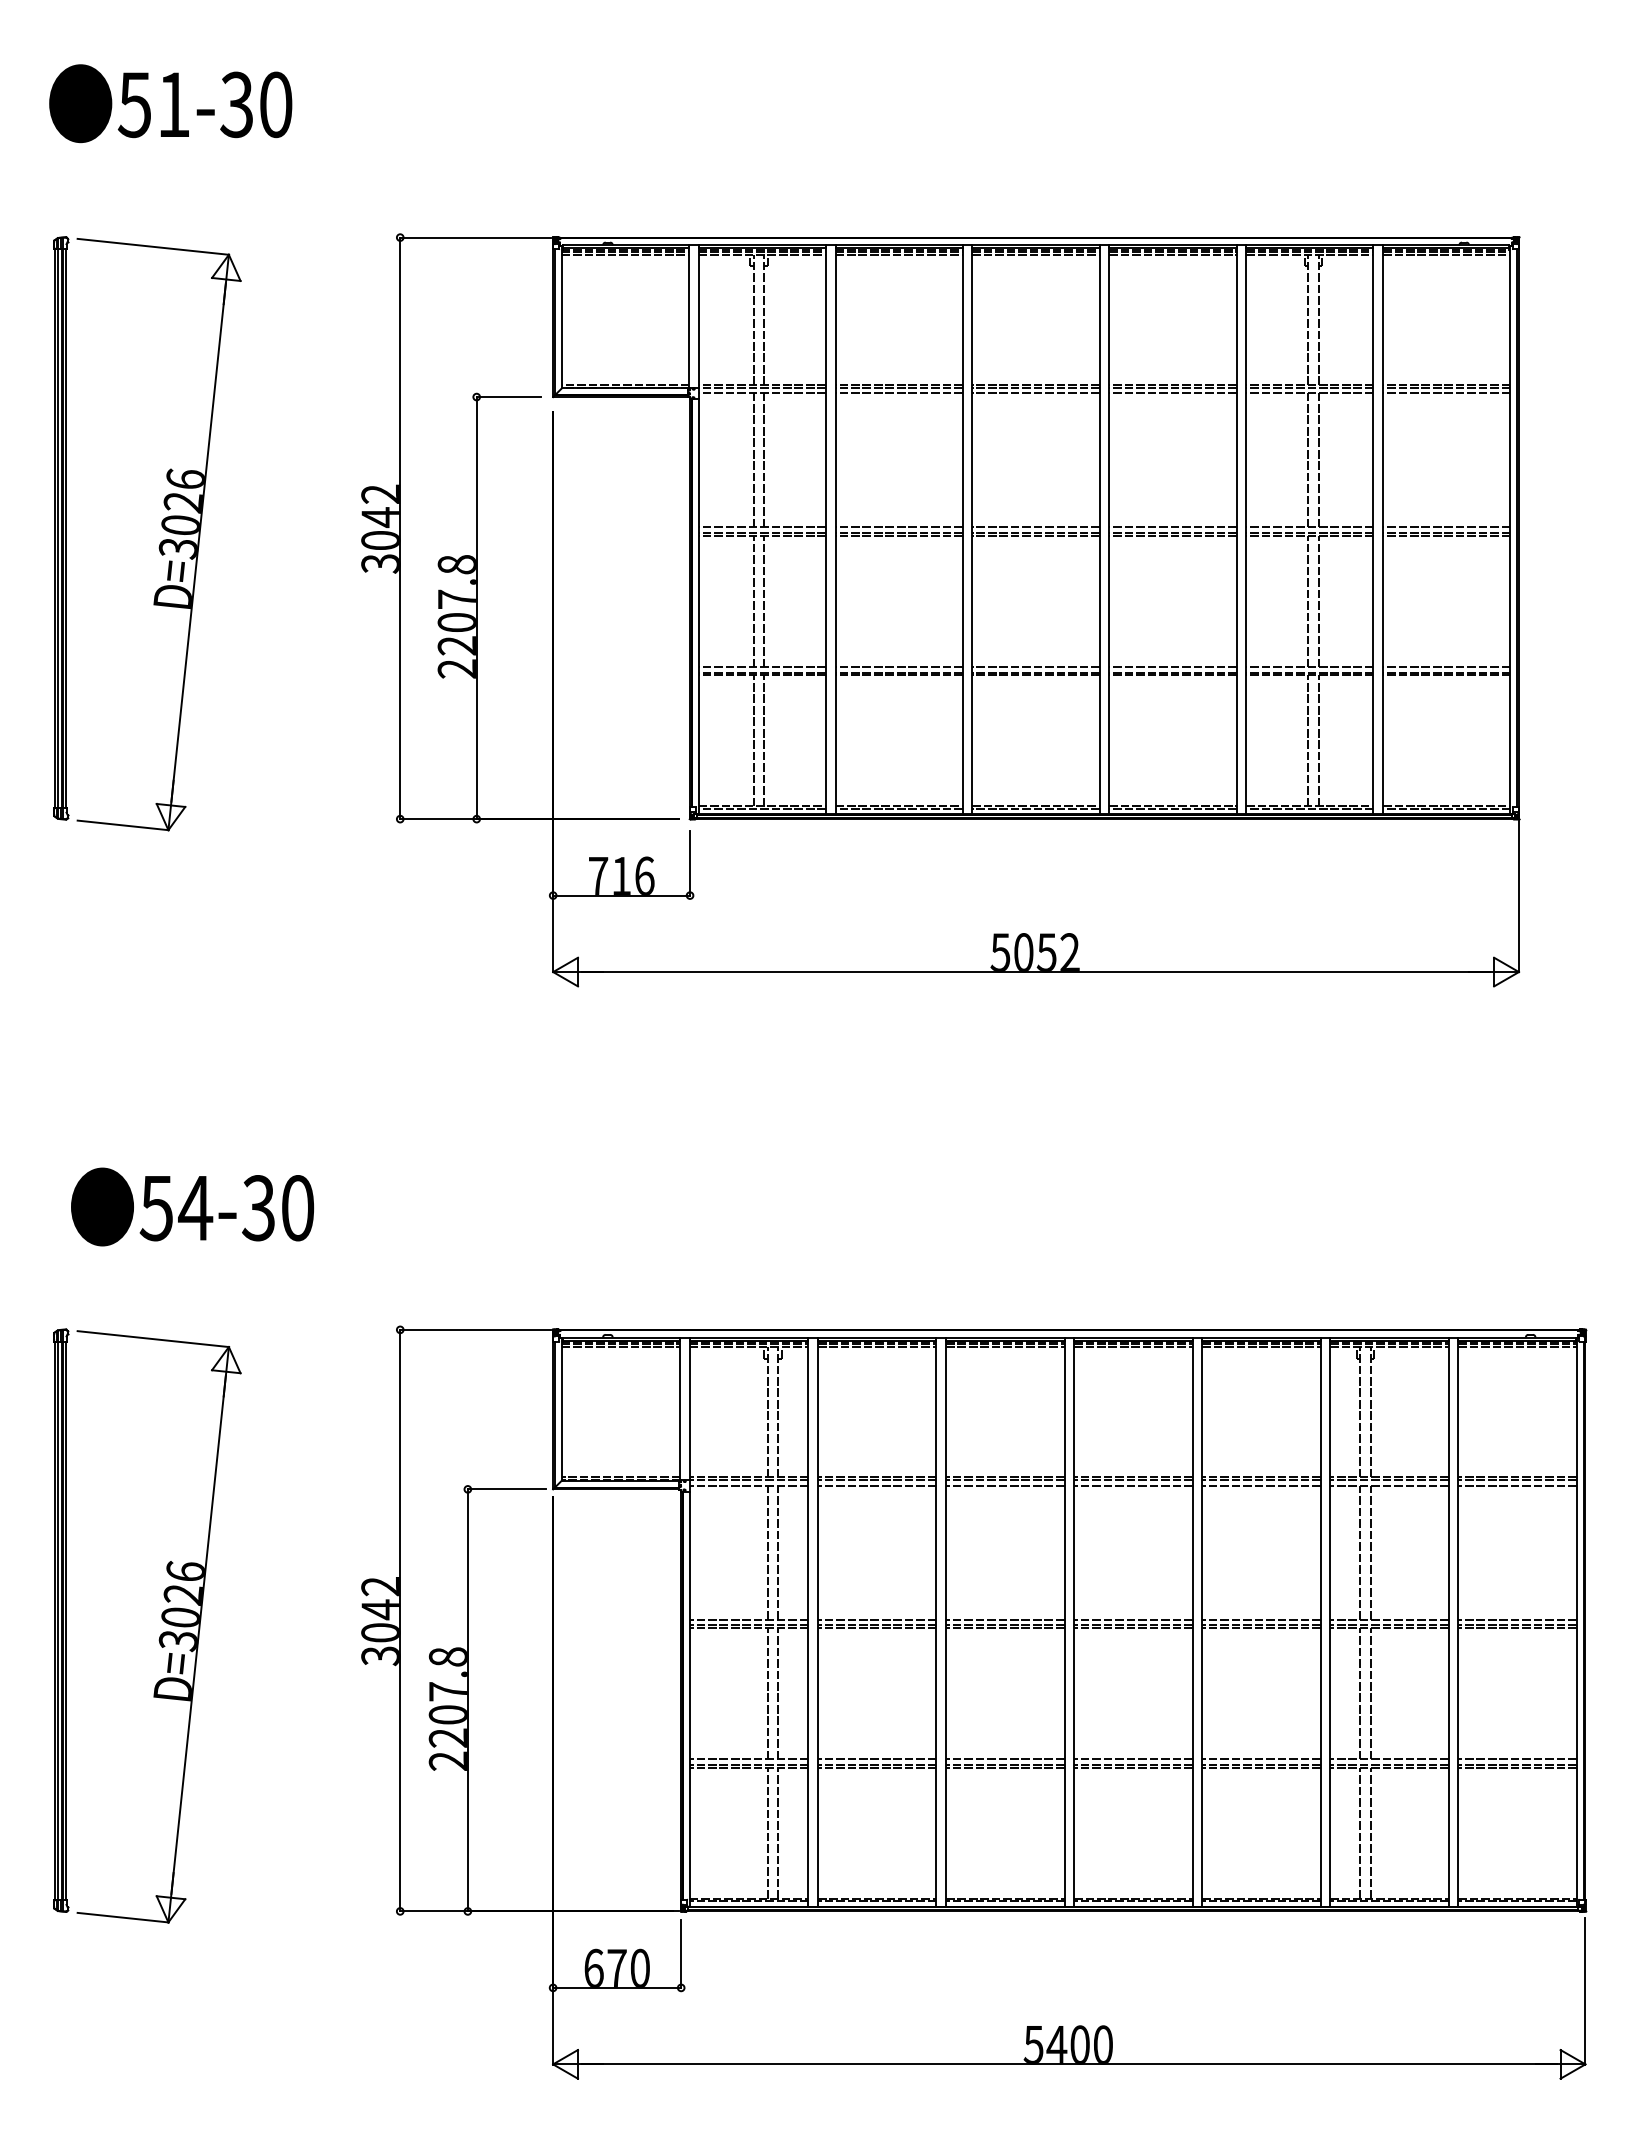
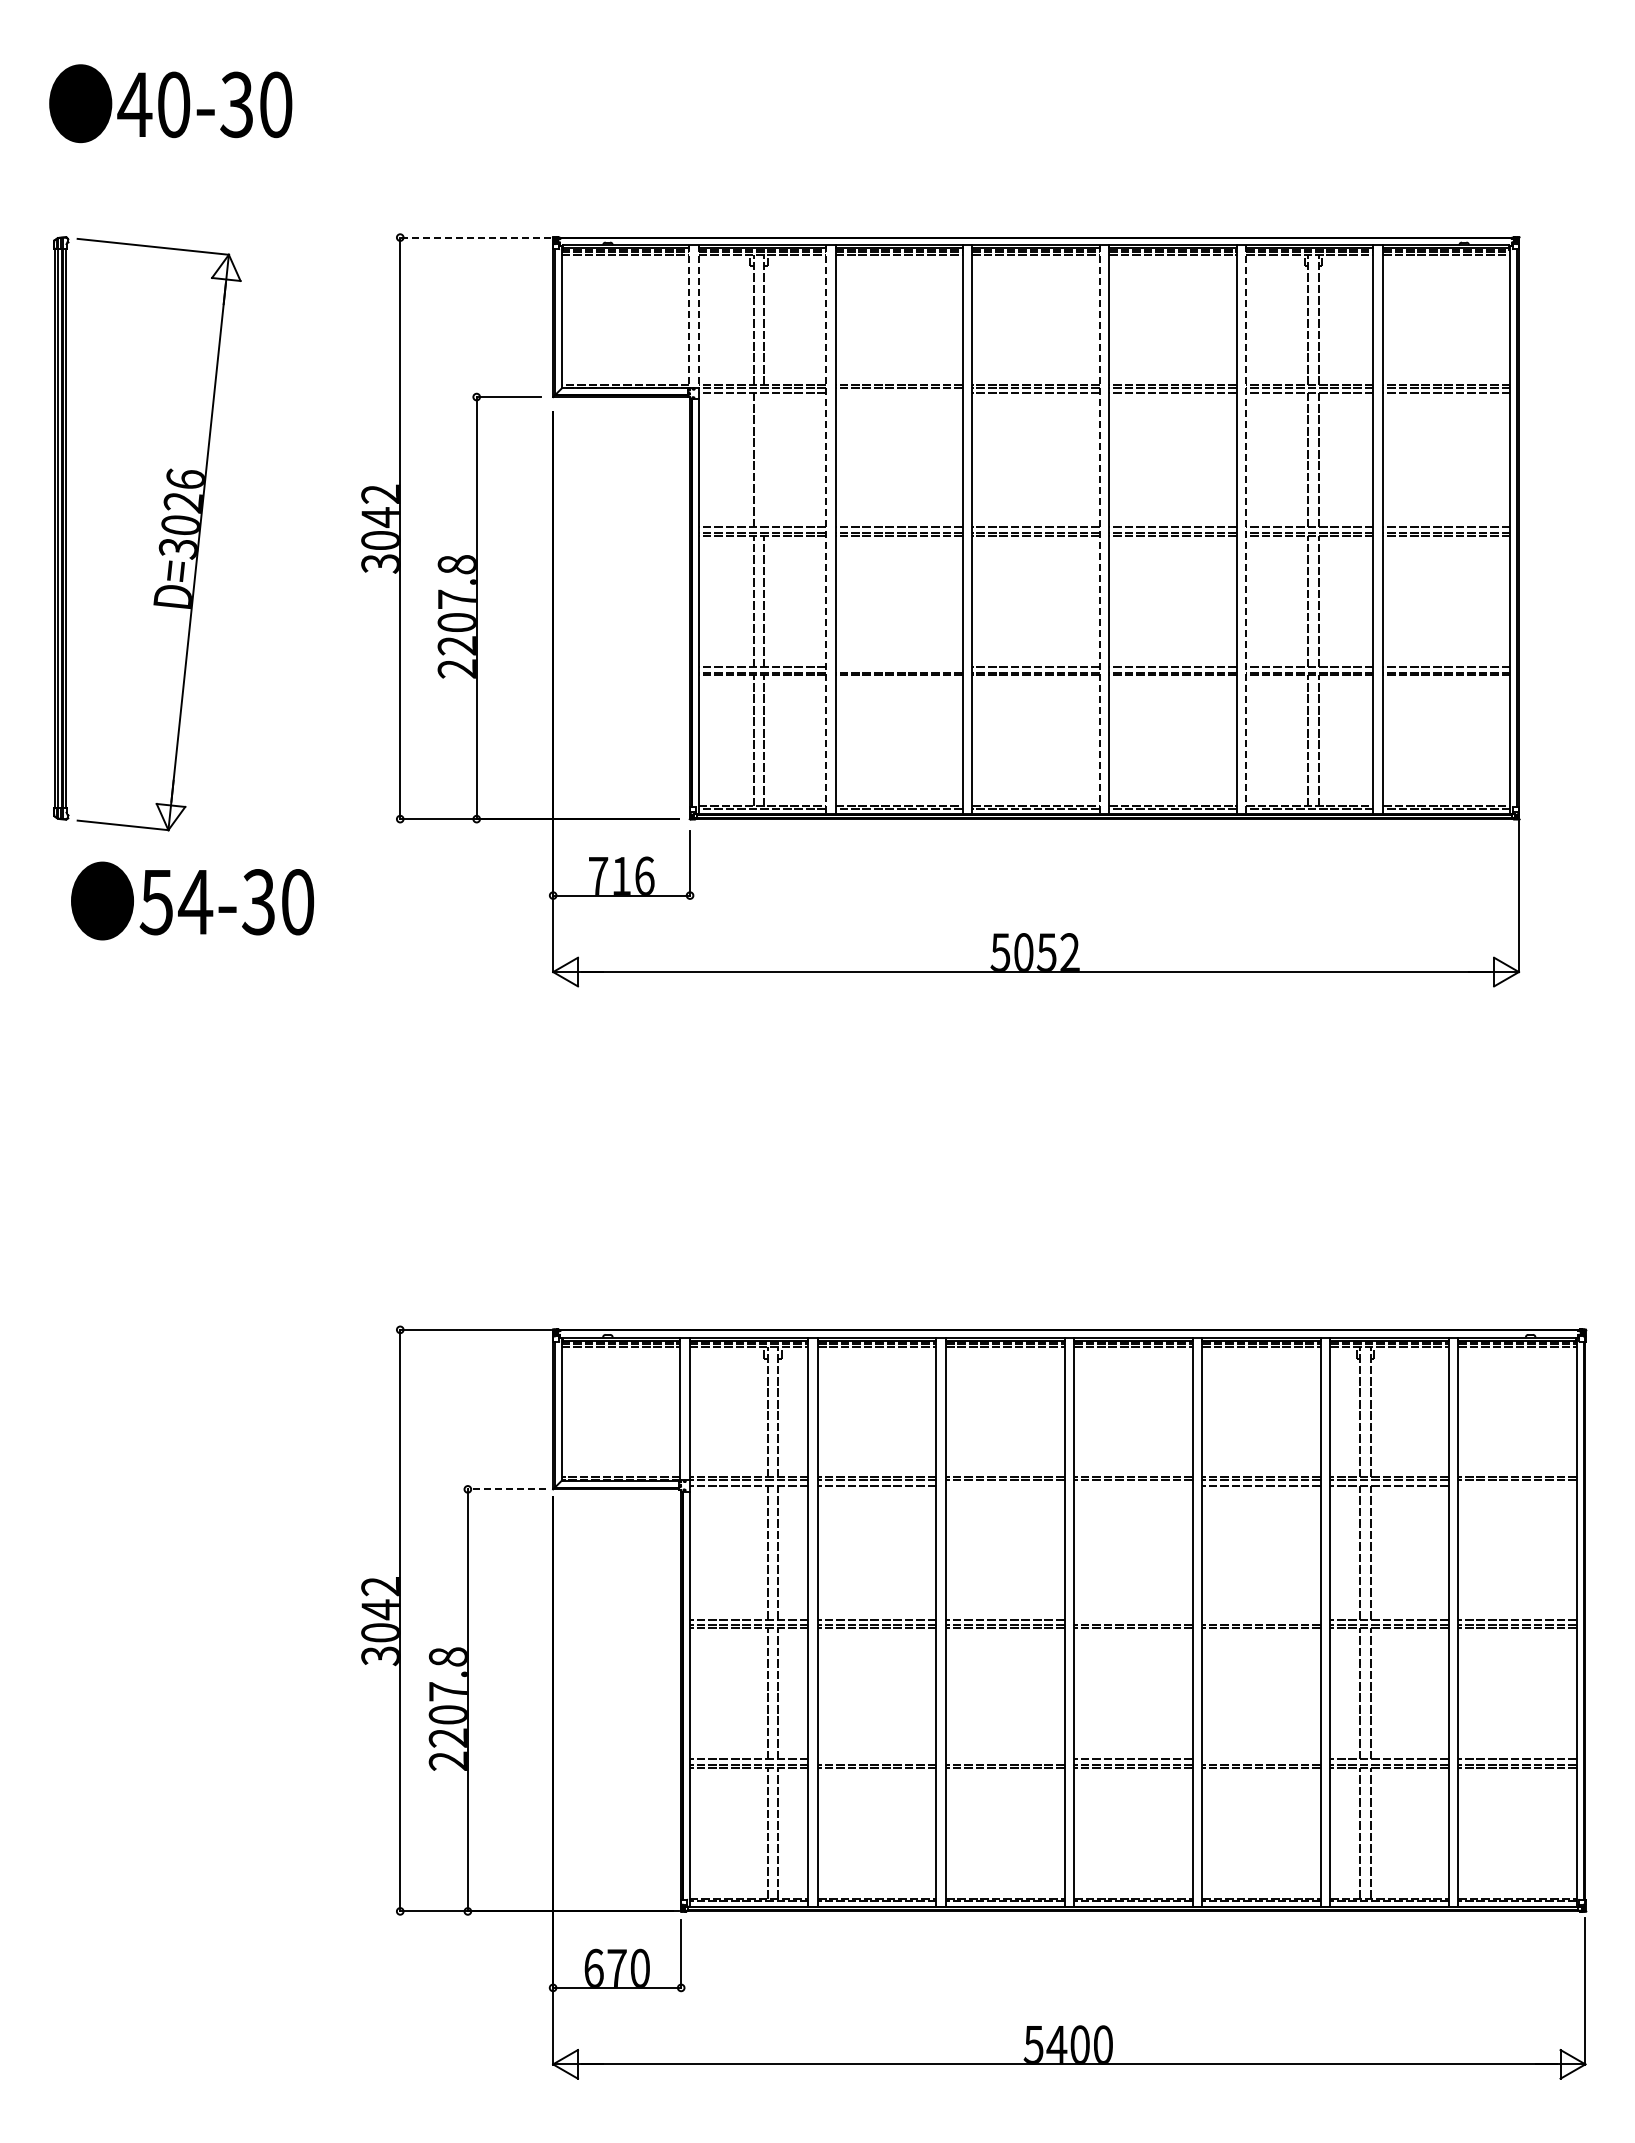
text at (153, 104): 51-30 -> 40-30
line at (474, 237): solid -> dashed
line at (698, 316): solid -> dashed
line at (689, 317): solid -> dashed
line at (898, 393): present -> none
line at (764, 460): present -> none
line at (825, 529): solid -> dashed
line at (1099, 529): solid -> dashed
line at (1246, 529): solid -> dashed
line at (898, 667): present -> none
text at (192, 1206) position: (192, 1206) -> (192, 900)
line at (1004, 1485): present -> none
line at (1133, 1485): present -> none
line at (1517, 1485): present -> none
line at (506, 1489): solid -> dashed
part at (161, 1618): present -> none
line at (1133, 1619): present -> none
line at (1261, 1619): present -> none
line at (876, 1759): present -> none
line at (1004, 1759): present -> none
line at (1261, 1759): present -> none
